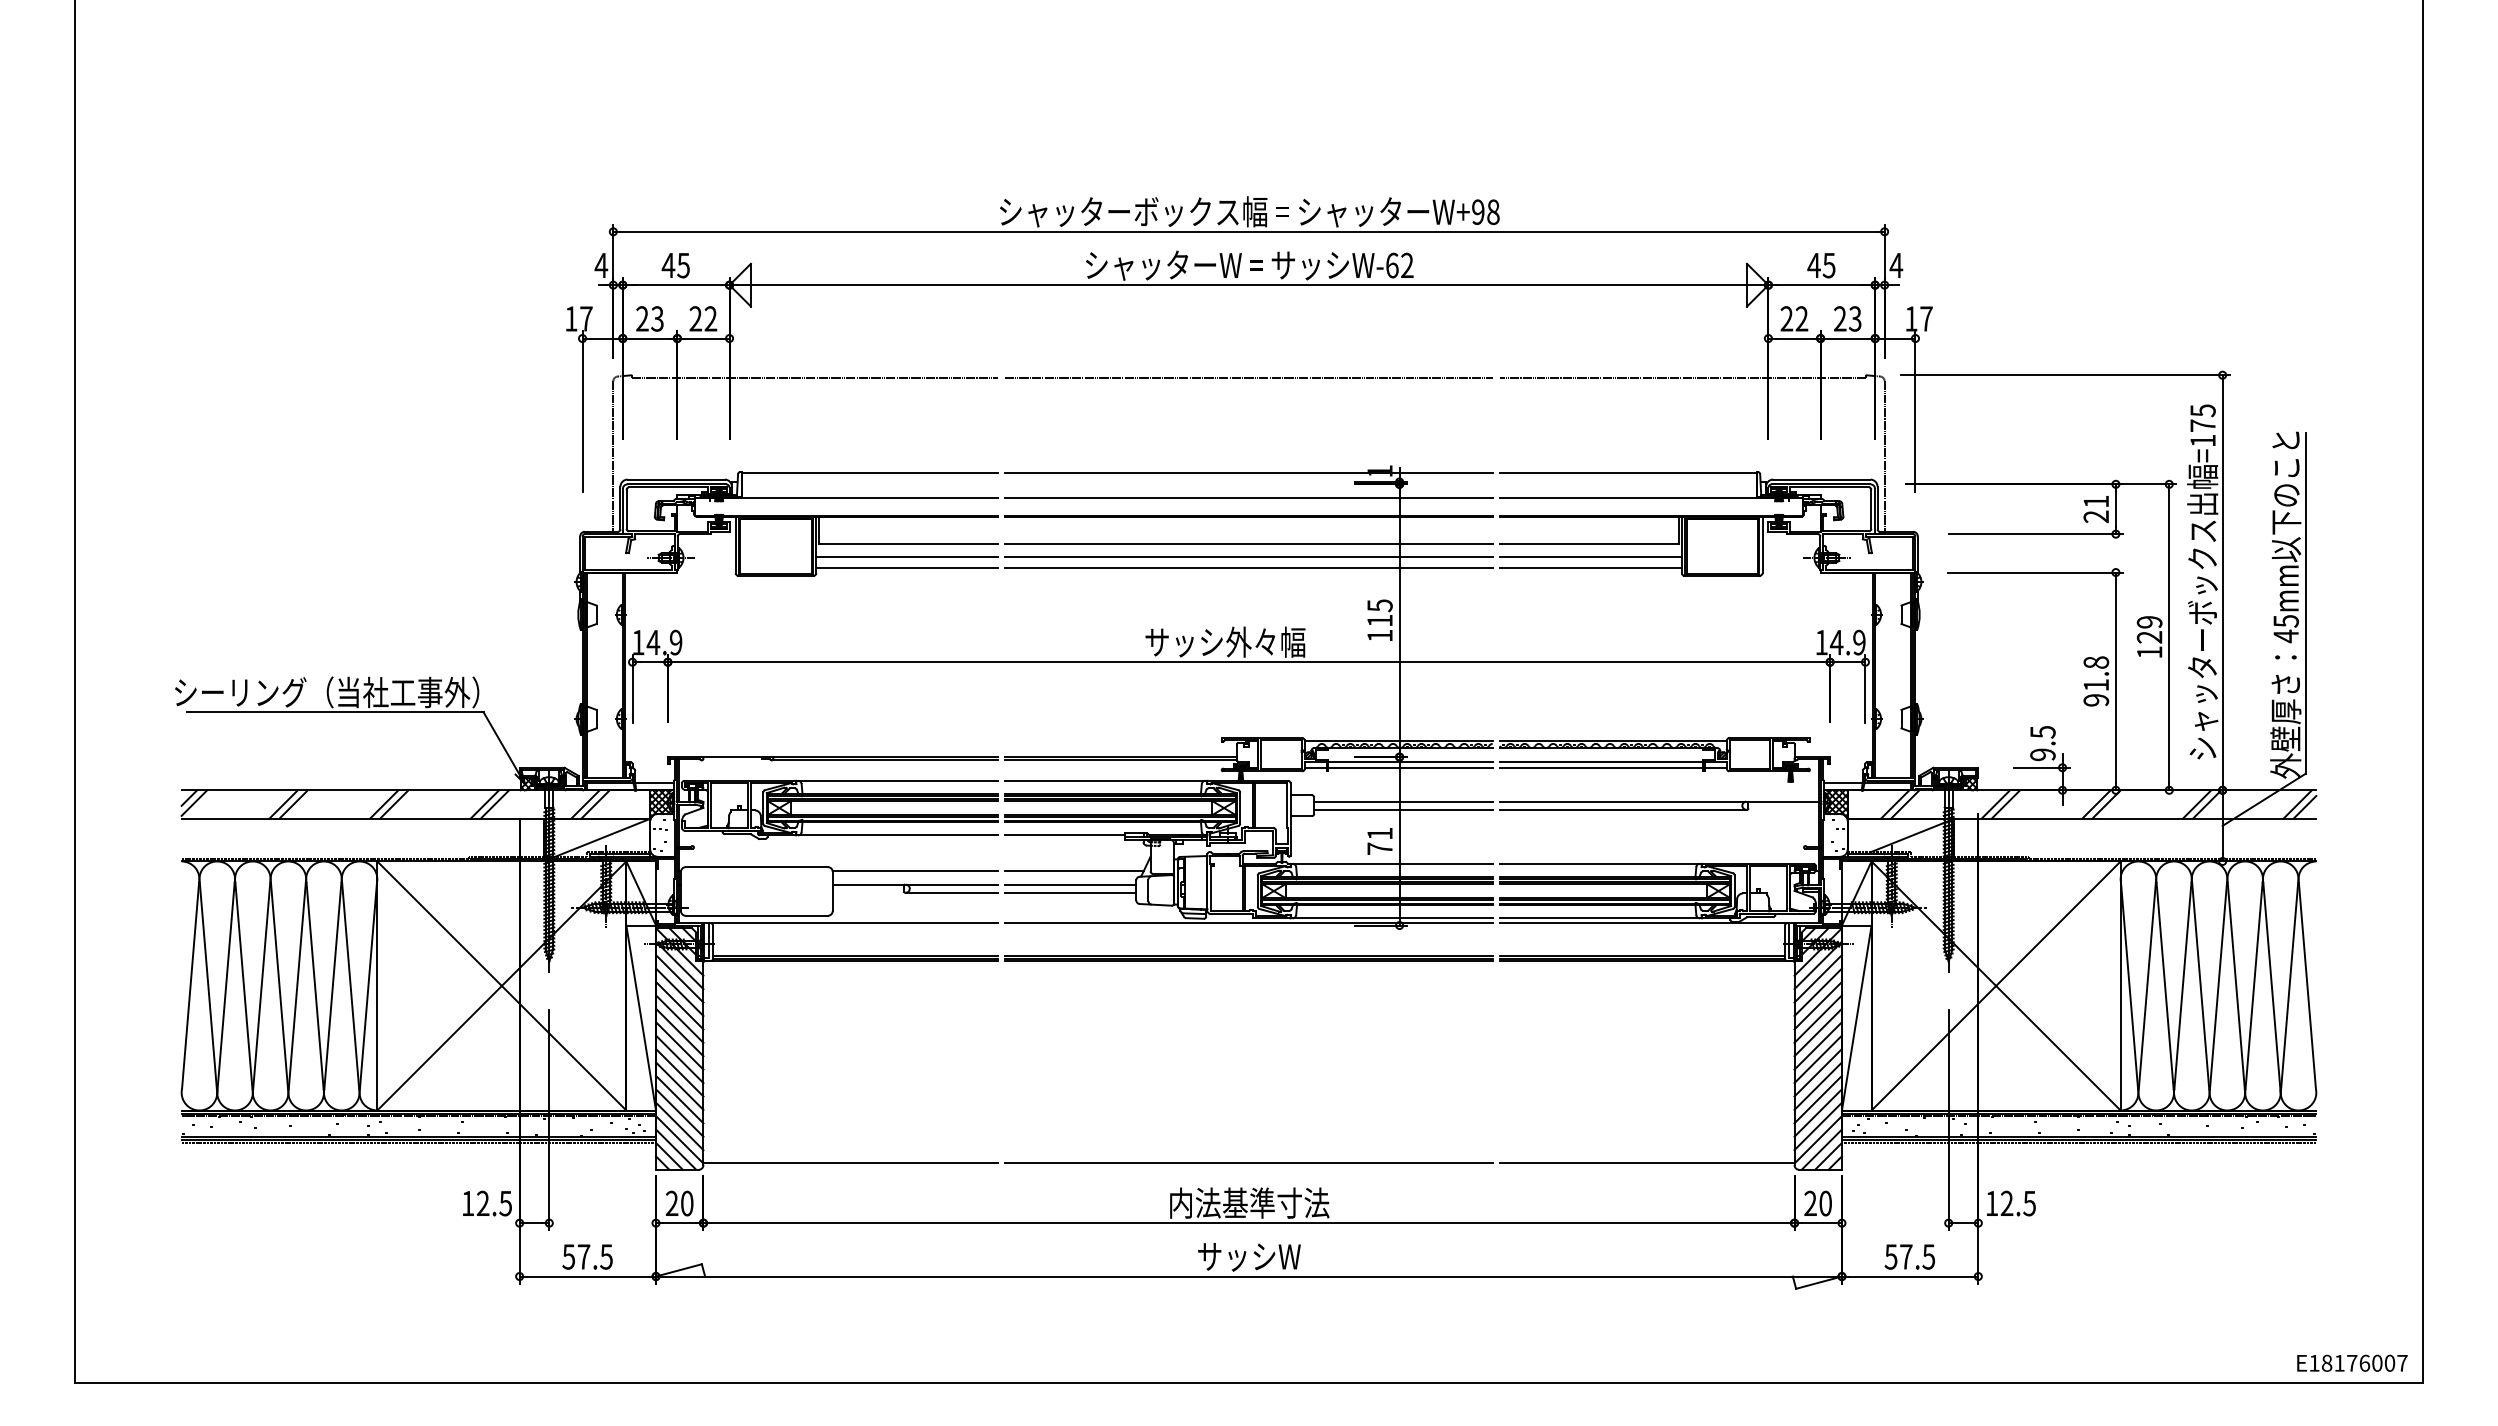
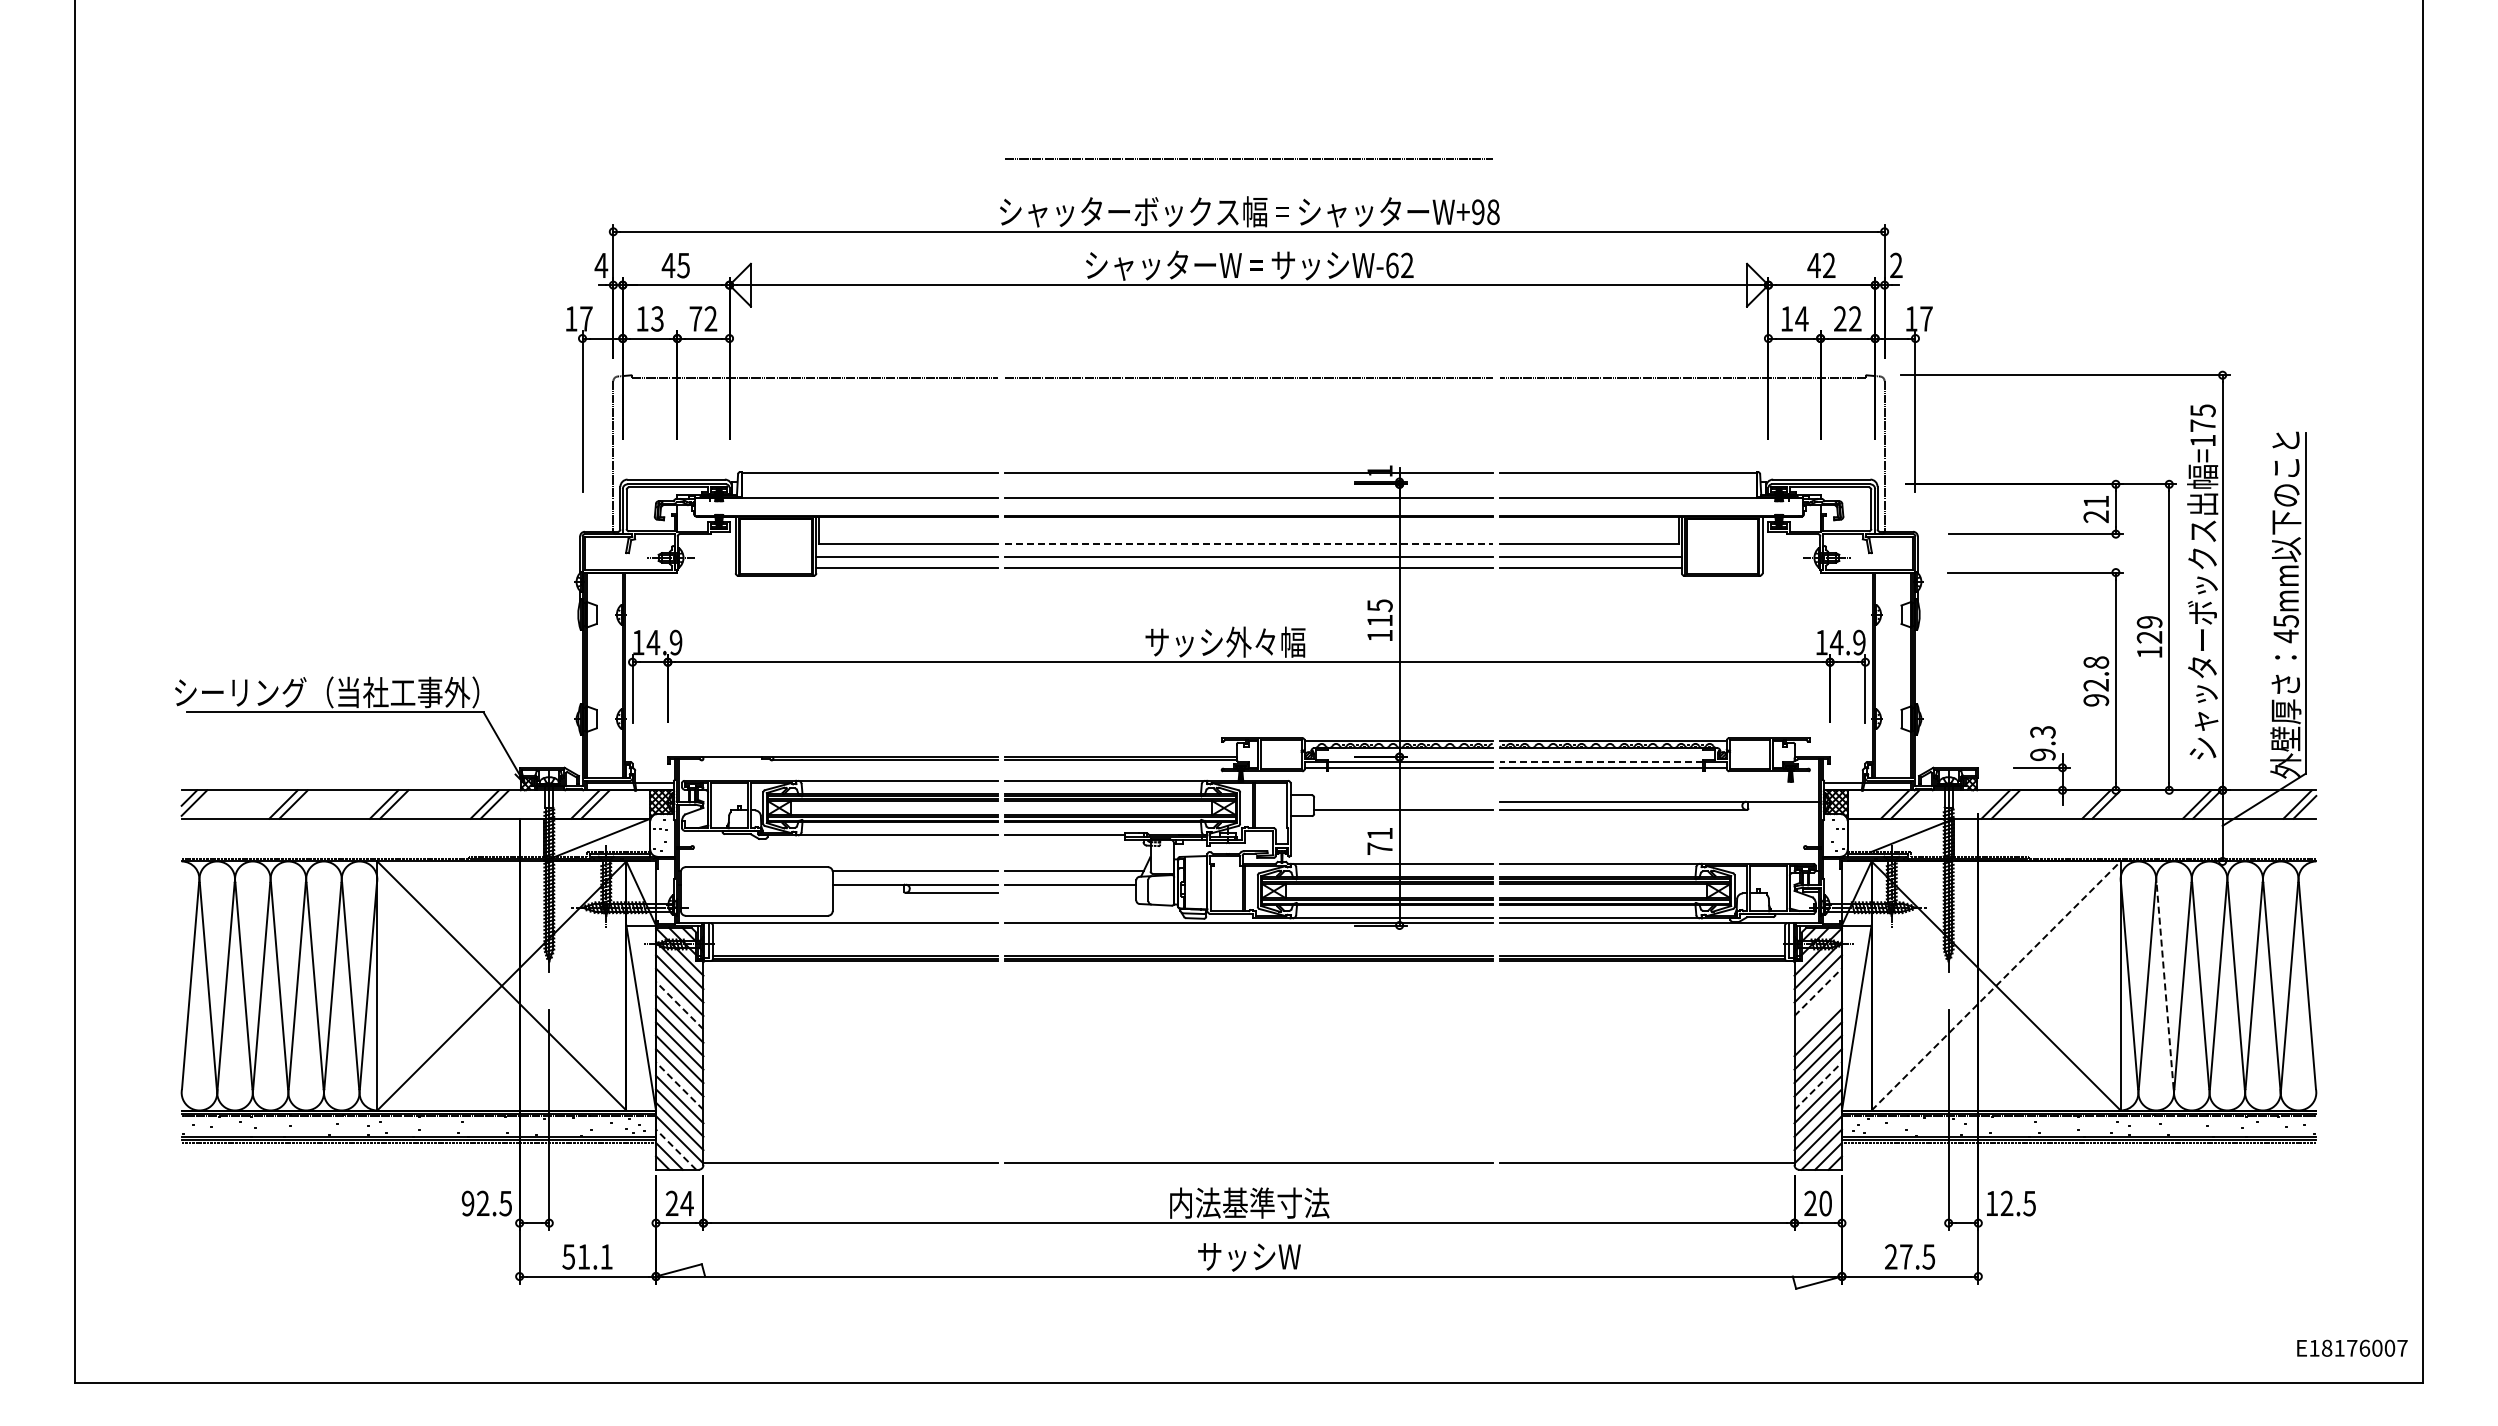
line at (1248, 158): none -> present
text at (1896, 264): 4 -> 2
text at (1828, 265): 45 -> 42
text at (642, 318): 23 -> 13
text at (695, 318): 22 -> 72
text at (1794, 318): 22 -> 14
text at (1854, 318): 23 -> 22
line at (1249, 543): solid -> dashed
text at (2095, 685): 91.8 -> 92.8
text at (2042, 731): 9.5 -> 9.3
line at (1601, 762): solid -> dashed
line at (1403, 801): present -> none
line at (1070, 892): present -> none
line at (1996, 985): solid -> dashed
line at (2165, 985): solid -> dashed
line at (1818, 992): solid -> dashed
line at (679, 1005): solid -> dashed
line at (1817, 1005): present -> none
line at (1817, 1018): present -> none
line at (679, 1086): solid -> dashed
line at (1818, 1086): solid -> dashed
line at (675, 1149): solid -> dashed
text at (467, 1203): 12.5 -> 92.5
text at (686, 1203): 20 -> 24
text at (594, 1256): 57.5 -> 51.1
text at (1890, 1256): 57.5 -> 27.5
text at (2352, 1362) position: (2352, 1362) -> (2352, 1347)
